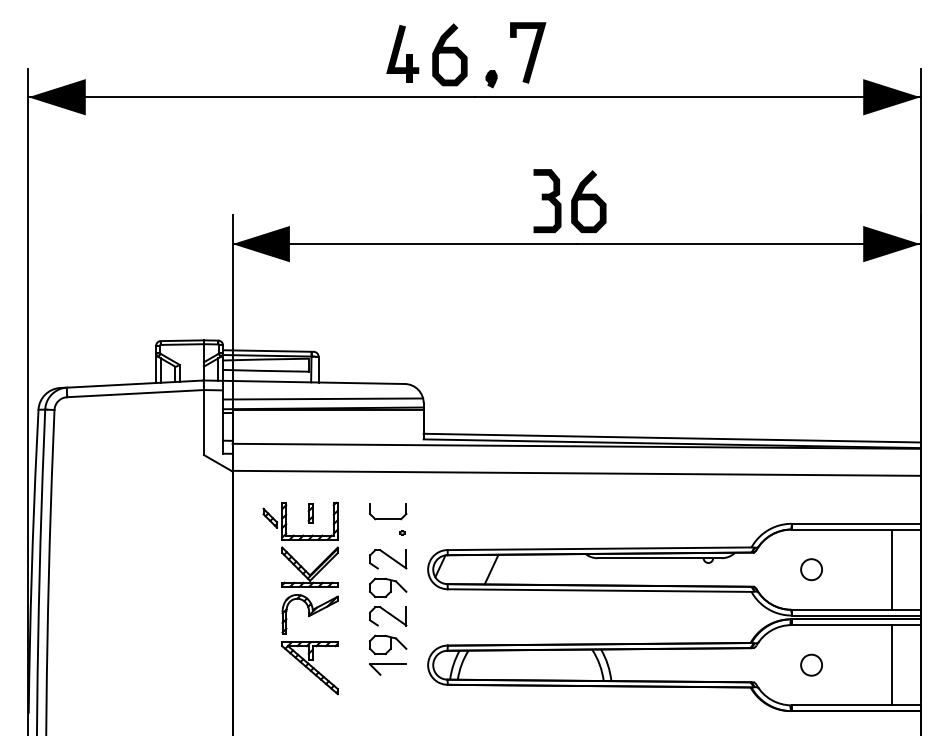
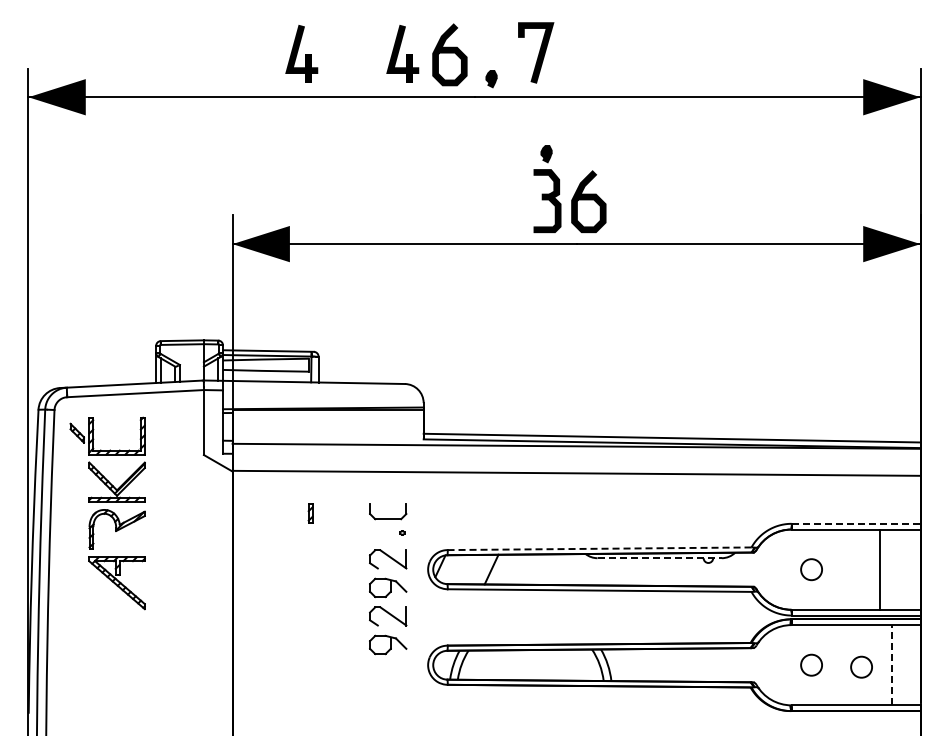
part at (301, 53): none -> present
line at (530, 53) position: (530, 53) -> (538, 53)
part at (546, 154): none -> present
line at (323, 398): present -> none
line at (856, 523): solid -> dashed
line at (599, 548): solid -> dashed
line at (660, 558): solid -> dashed
line at (891, 569) position: (891, 569) -> (879, 569)
part at (300, 598) position: (300, 598) -> (107, 513)
line at (891, 664): solid -> dashed
circle at (861, 666): none -> present
part at (387, 669): present -> none
